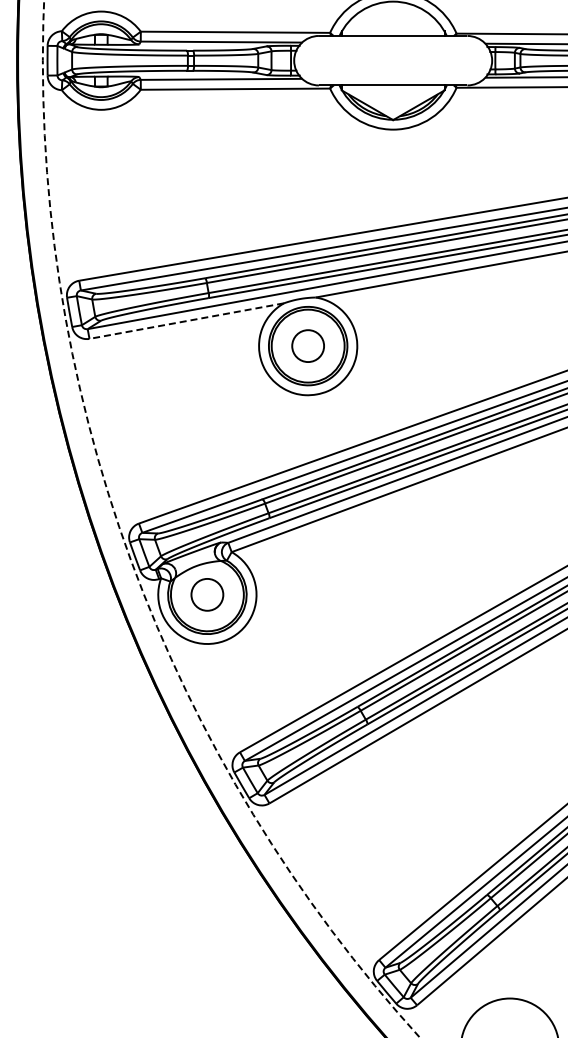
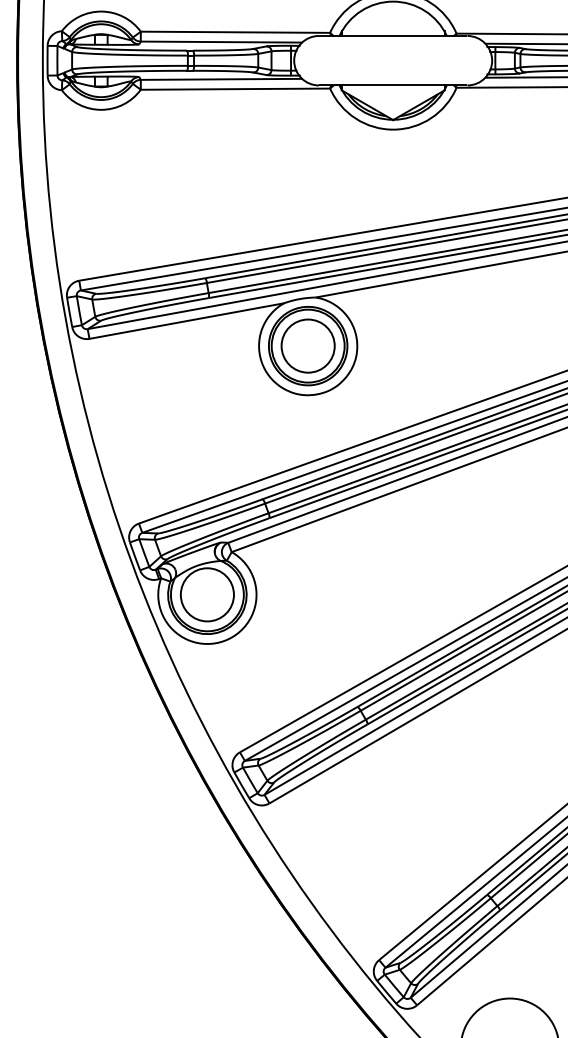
line at (186, 321): dashed -> solid
circle at (308, 346) diameter: 32 px -> 53 px
circle at (230, 518): dashed -> solid
circle at (207, 594) diameter: 32 px -> 53 px
